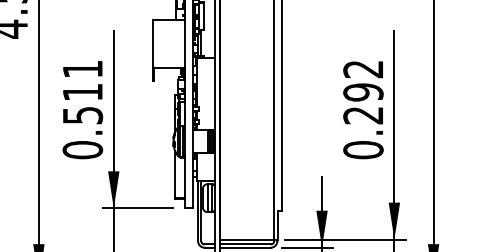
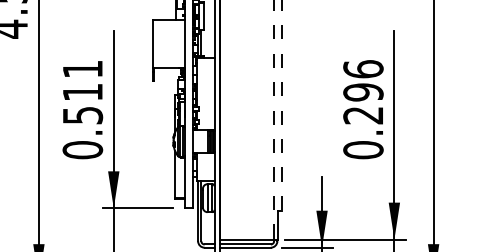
text at (363, 69): 0.292 -> 0.296
line at (282, 106): solid -> dashed
line at (273, 120): solid -> dashed
